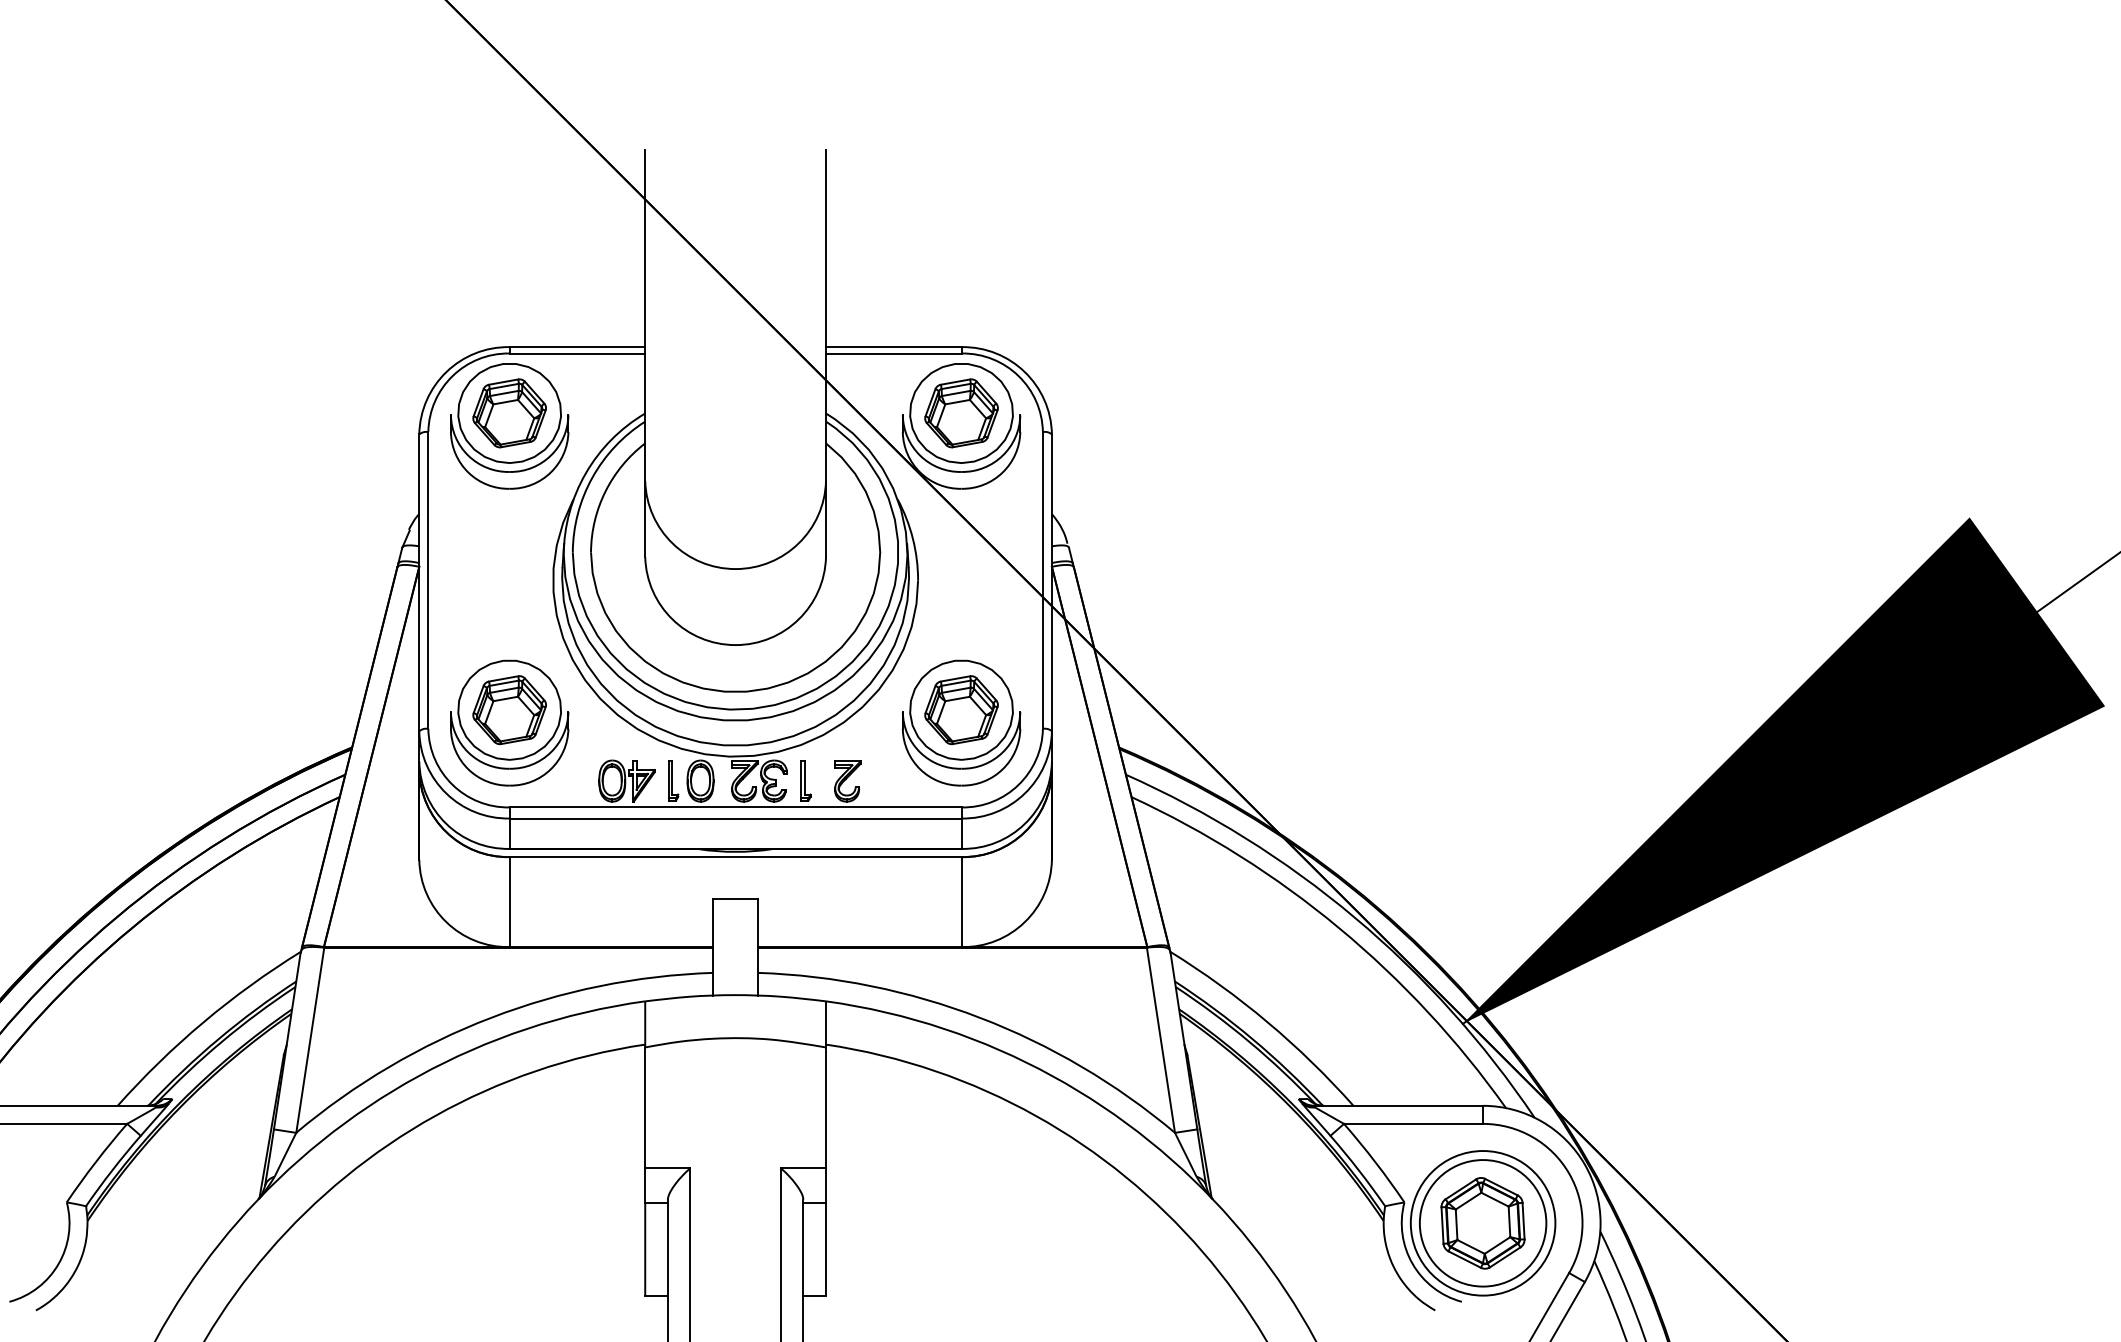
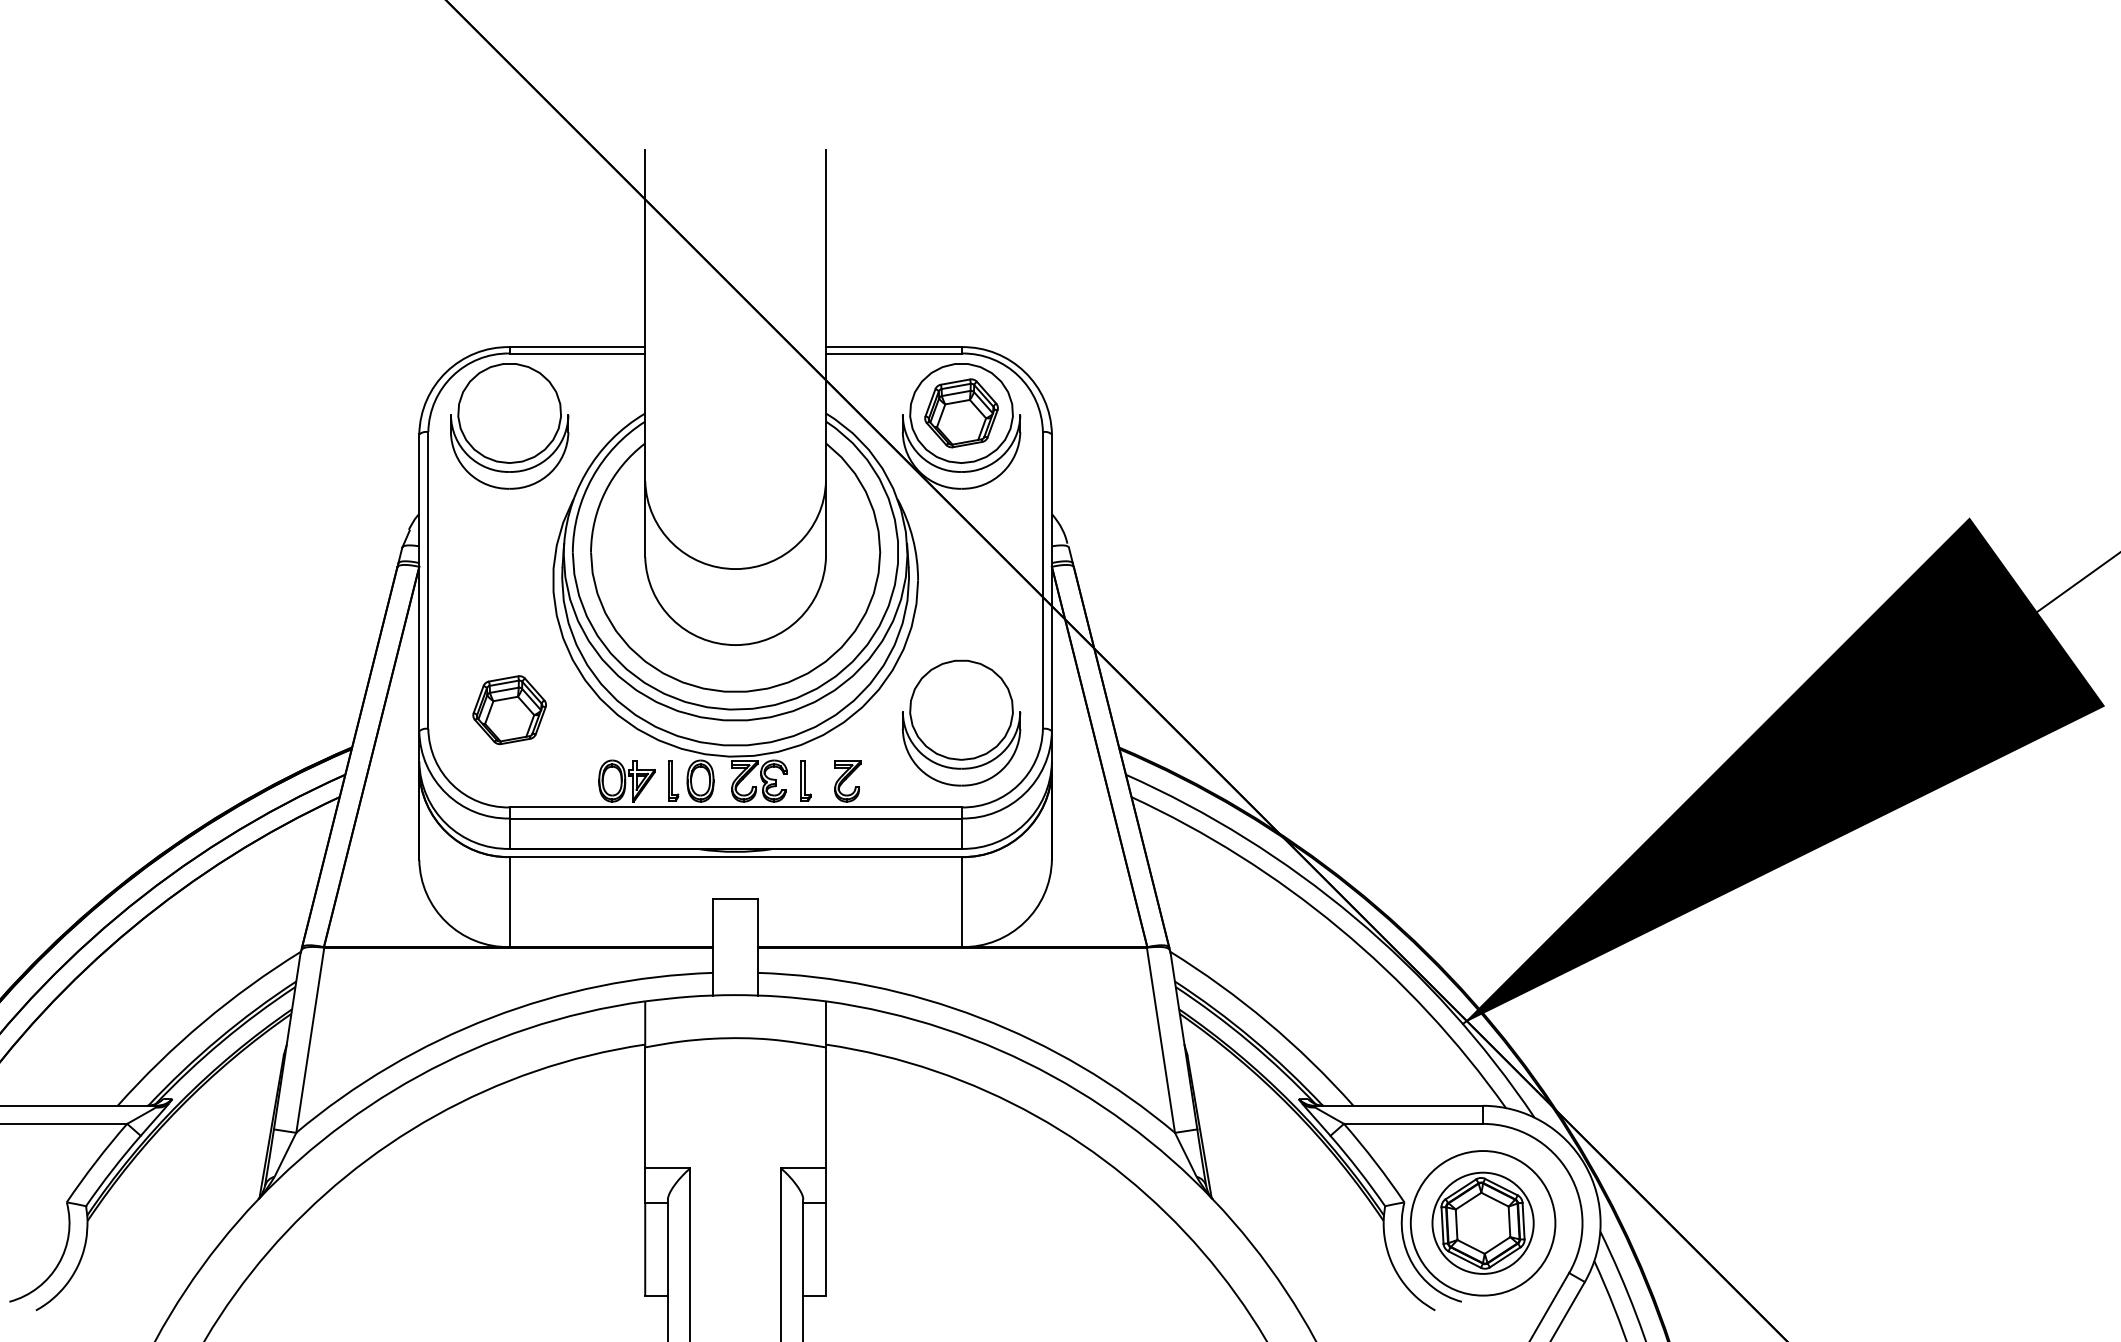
part at (509, 413): present -> none
part at (961, 710): present -> none
part at (509, 722): present -> none
circle at (1482, 1223) diameter: 127 px -> 101 px
